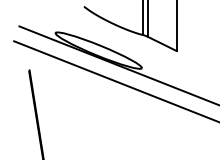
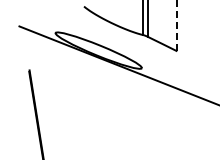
line at (177, 25): solid -> dashed
line at (115, 81): present -> none
